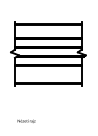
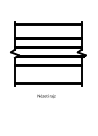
text at (26, 120) position: (26, 120) -> (46, 95)
